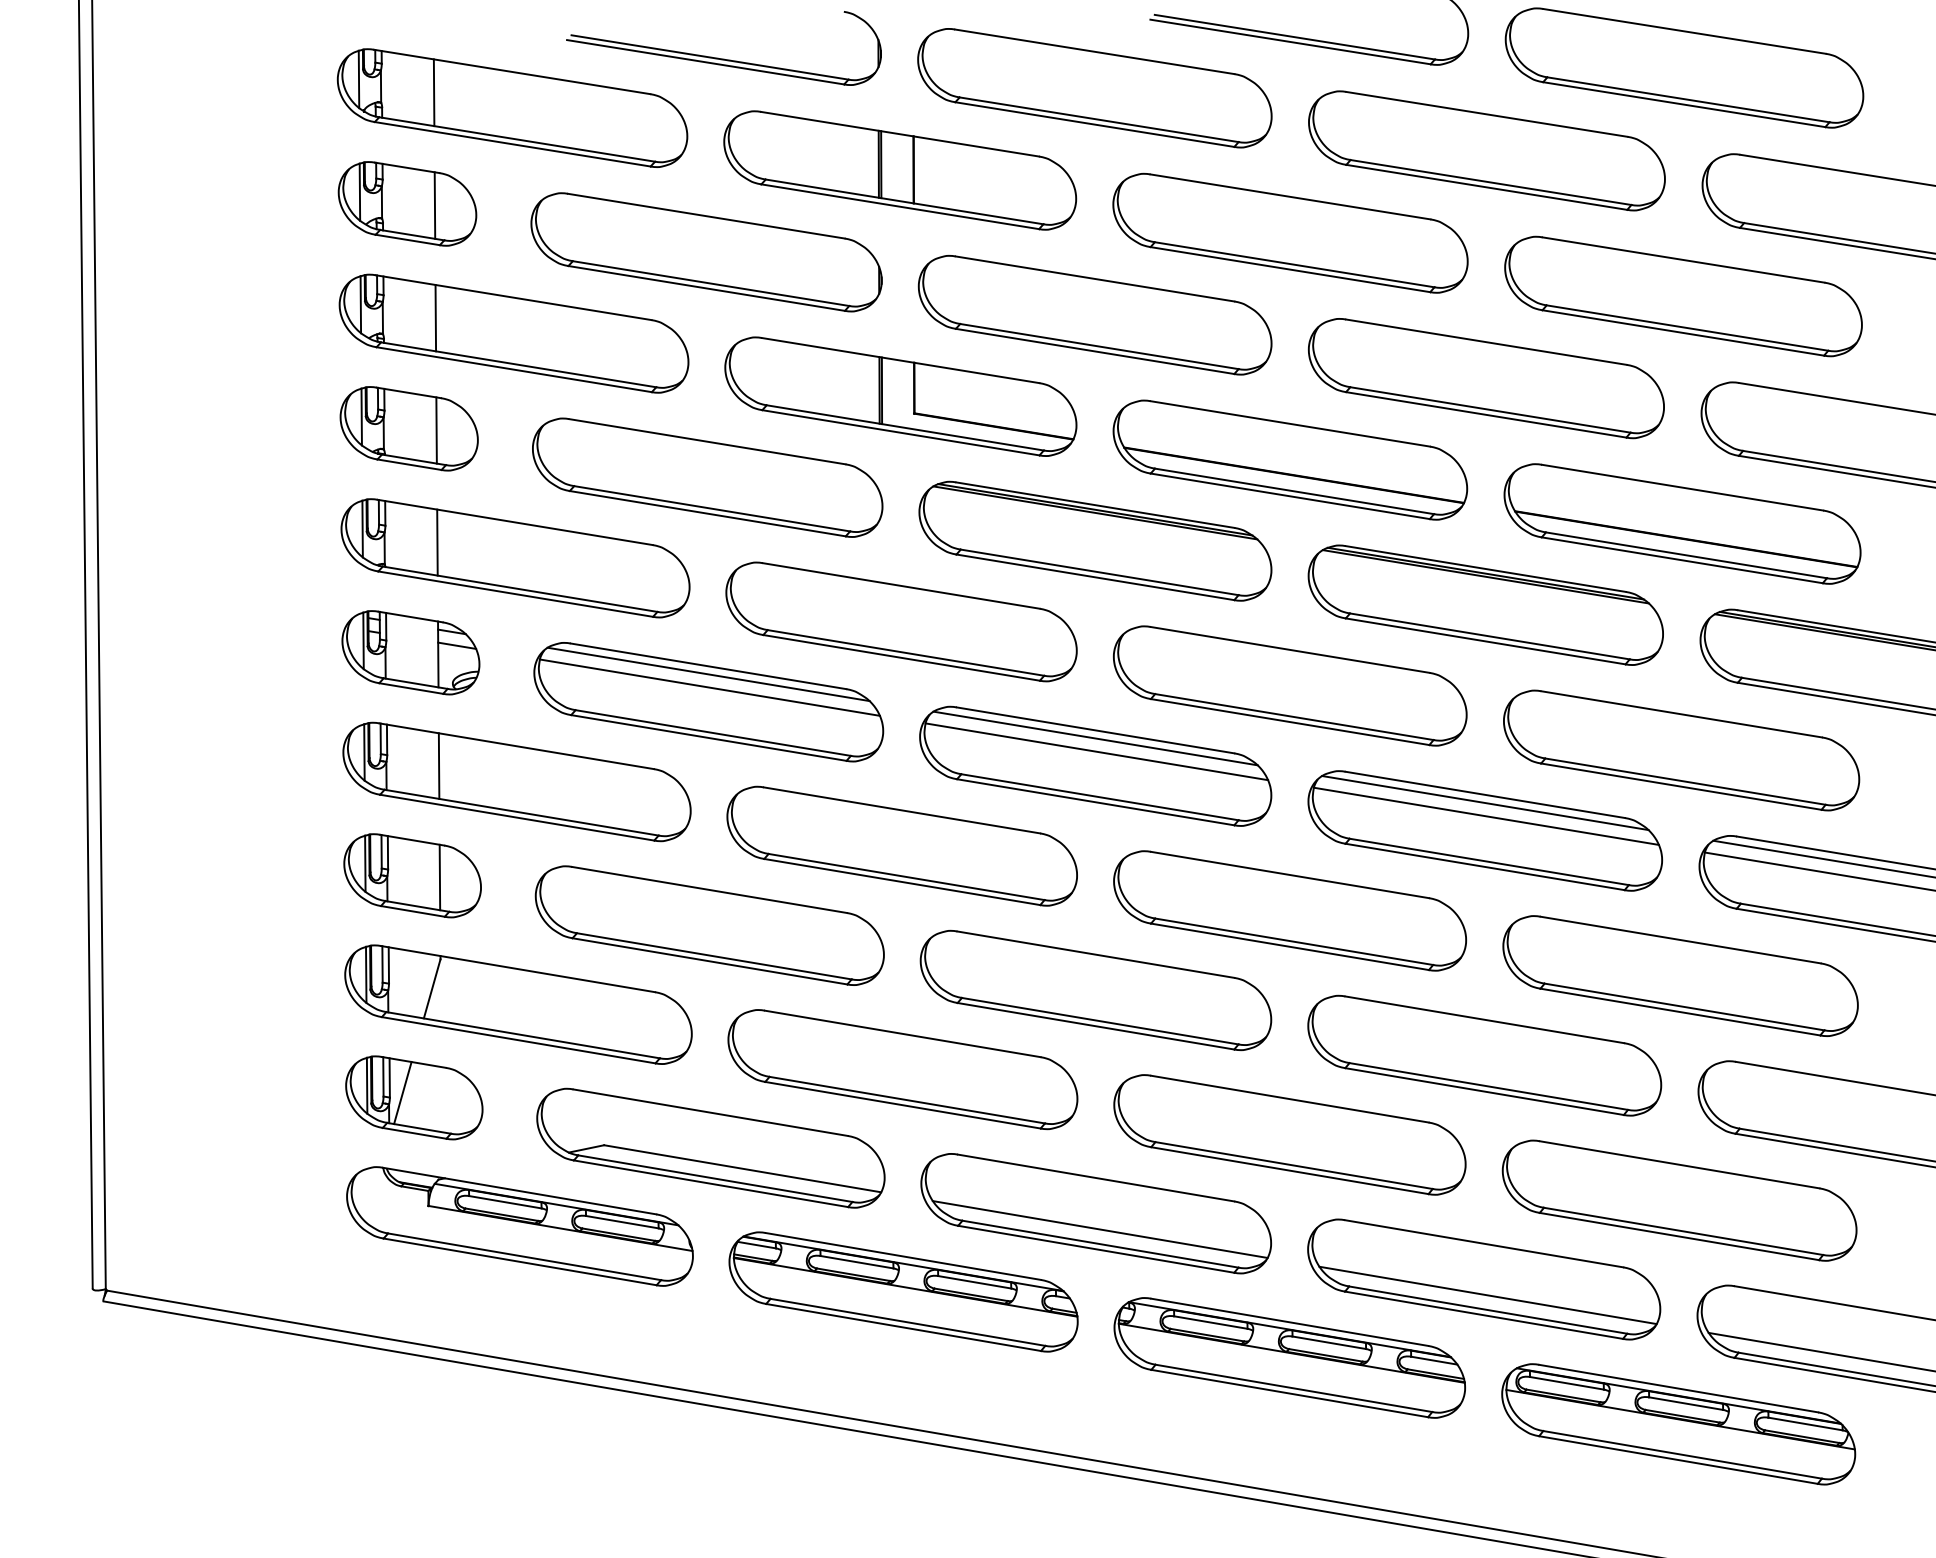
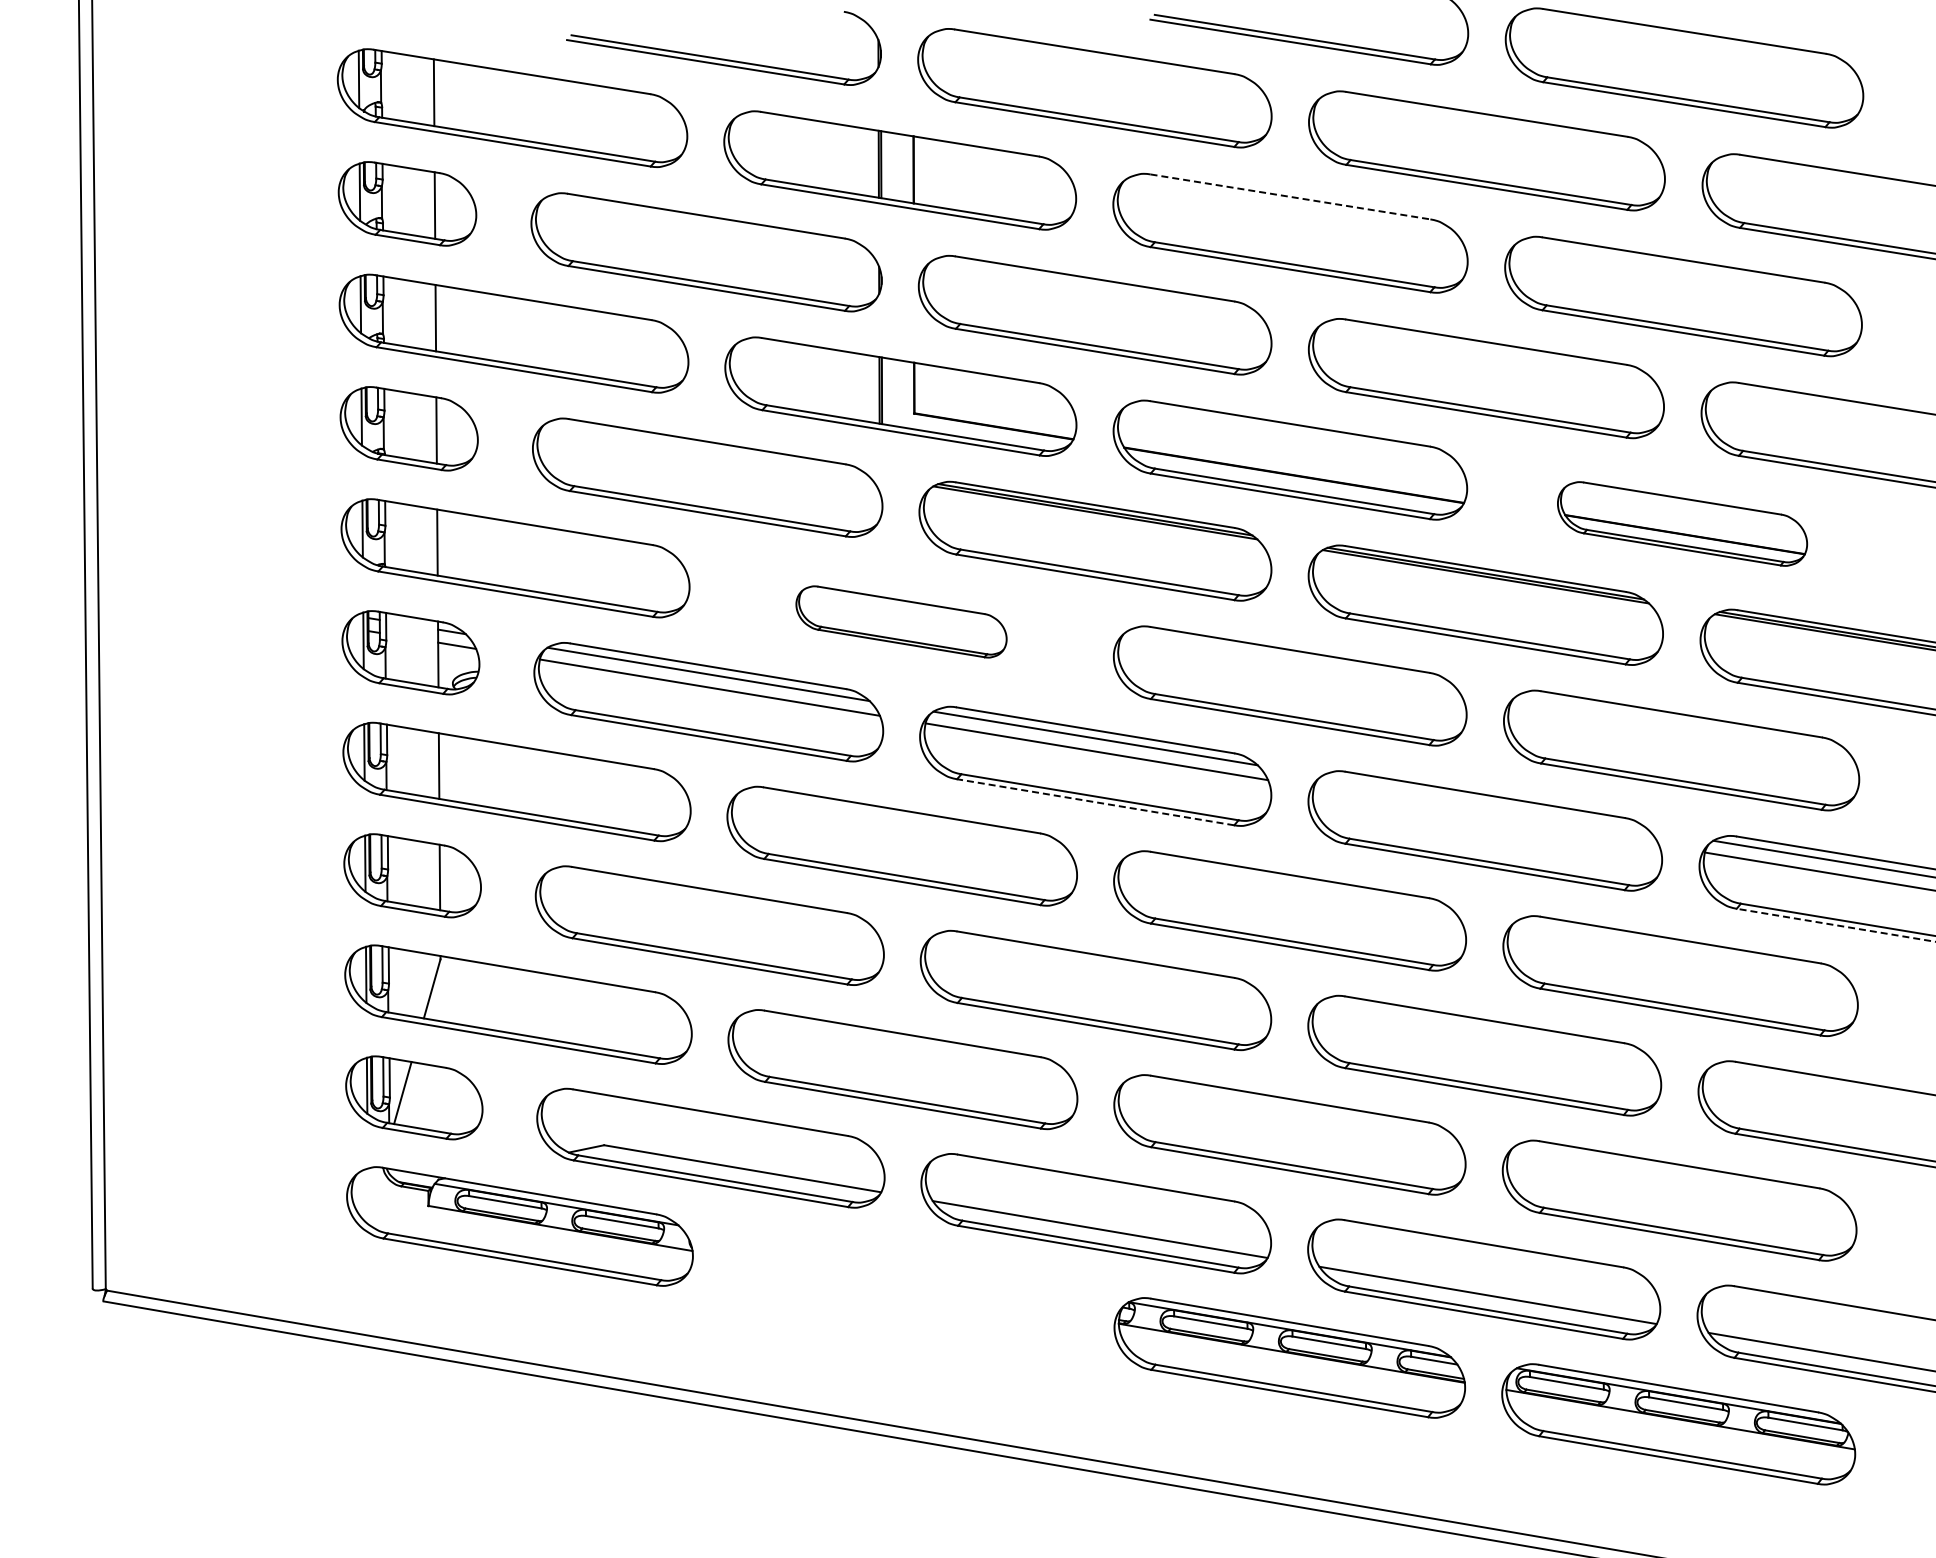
line at (1290, 196): solid -> dashed
part at (1682, 523) size: 359x122 px -> 252x86 px
part at (901, 621) size: 353x122 px -> 213x74 px
line at (1095, 802): solid -> dashed
line at (1485, 803): present -> none
line at (1485, 815): present -> none
line at (1836, 925): solid -> dashed
part at (903, 1291): present -> none
